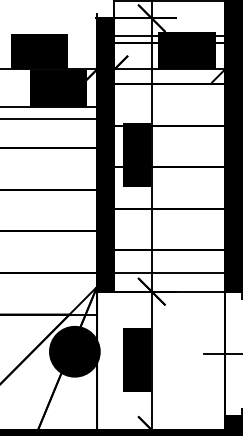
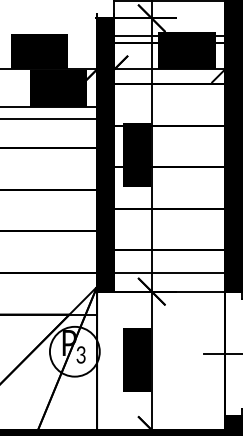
fill at (74, 351): present -> none
